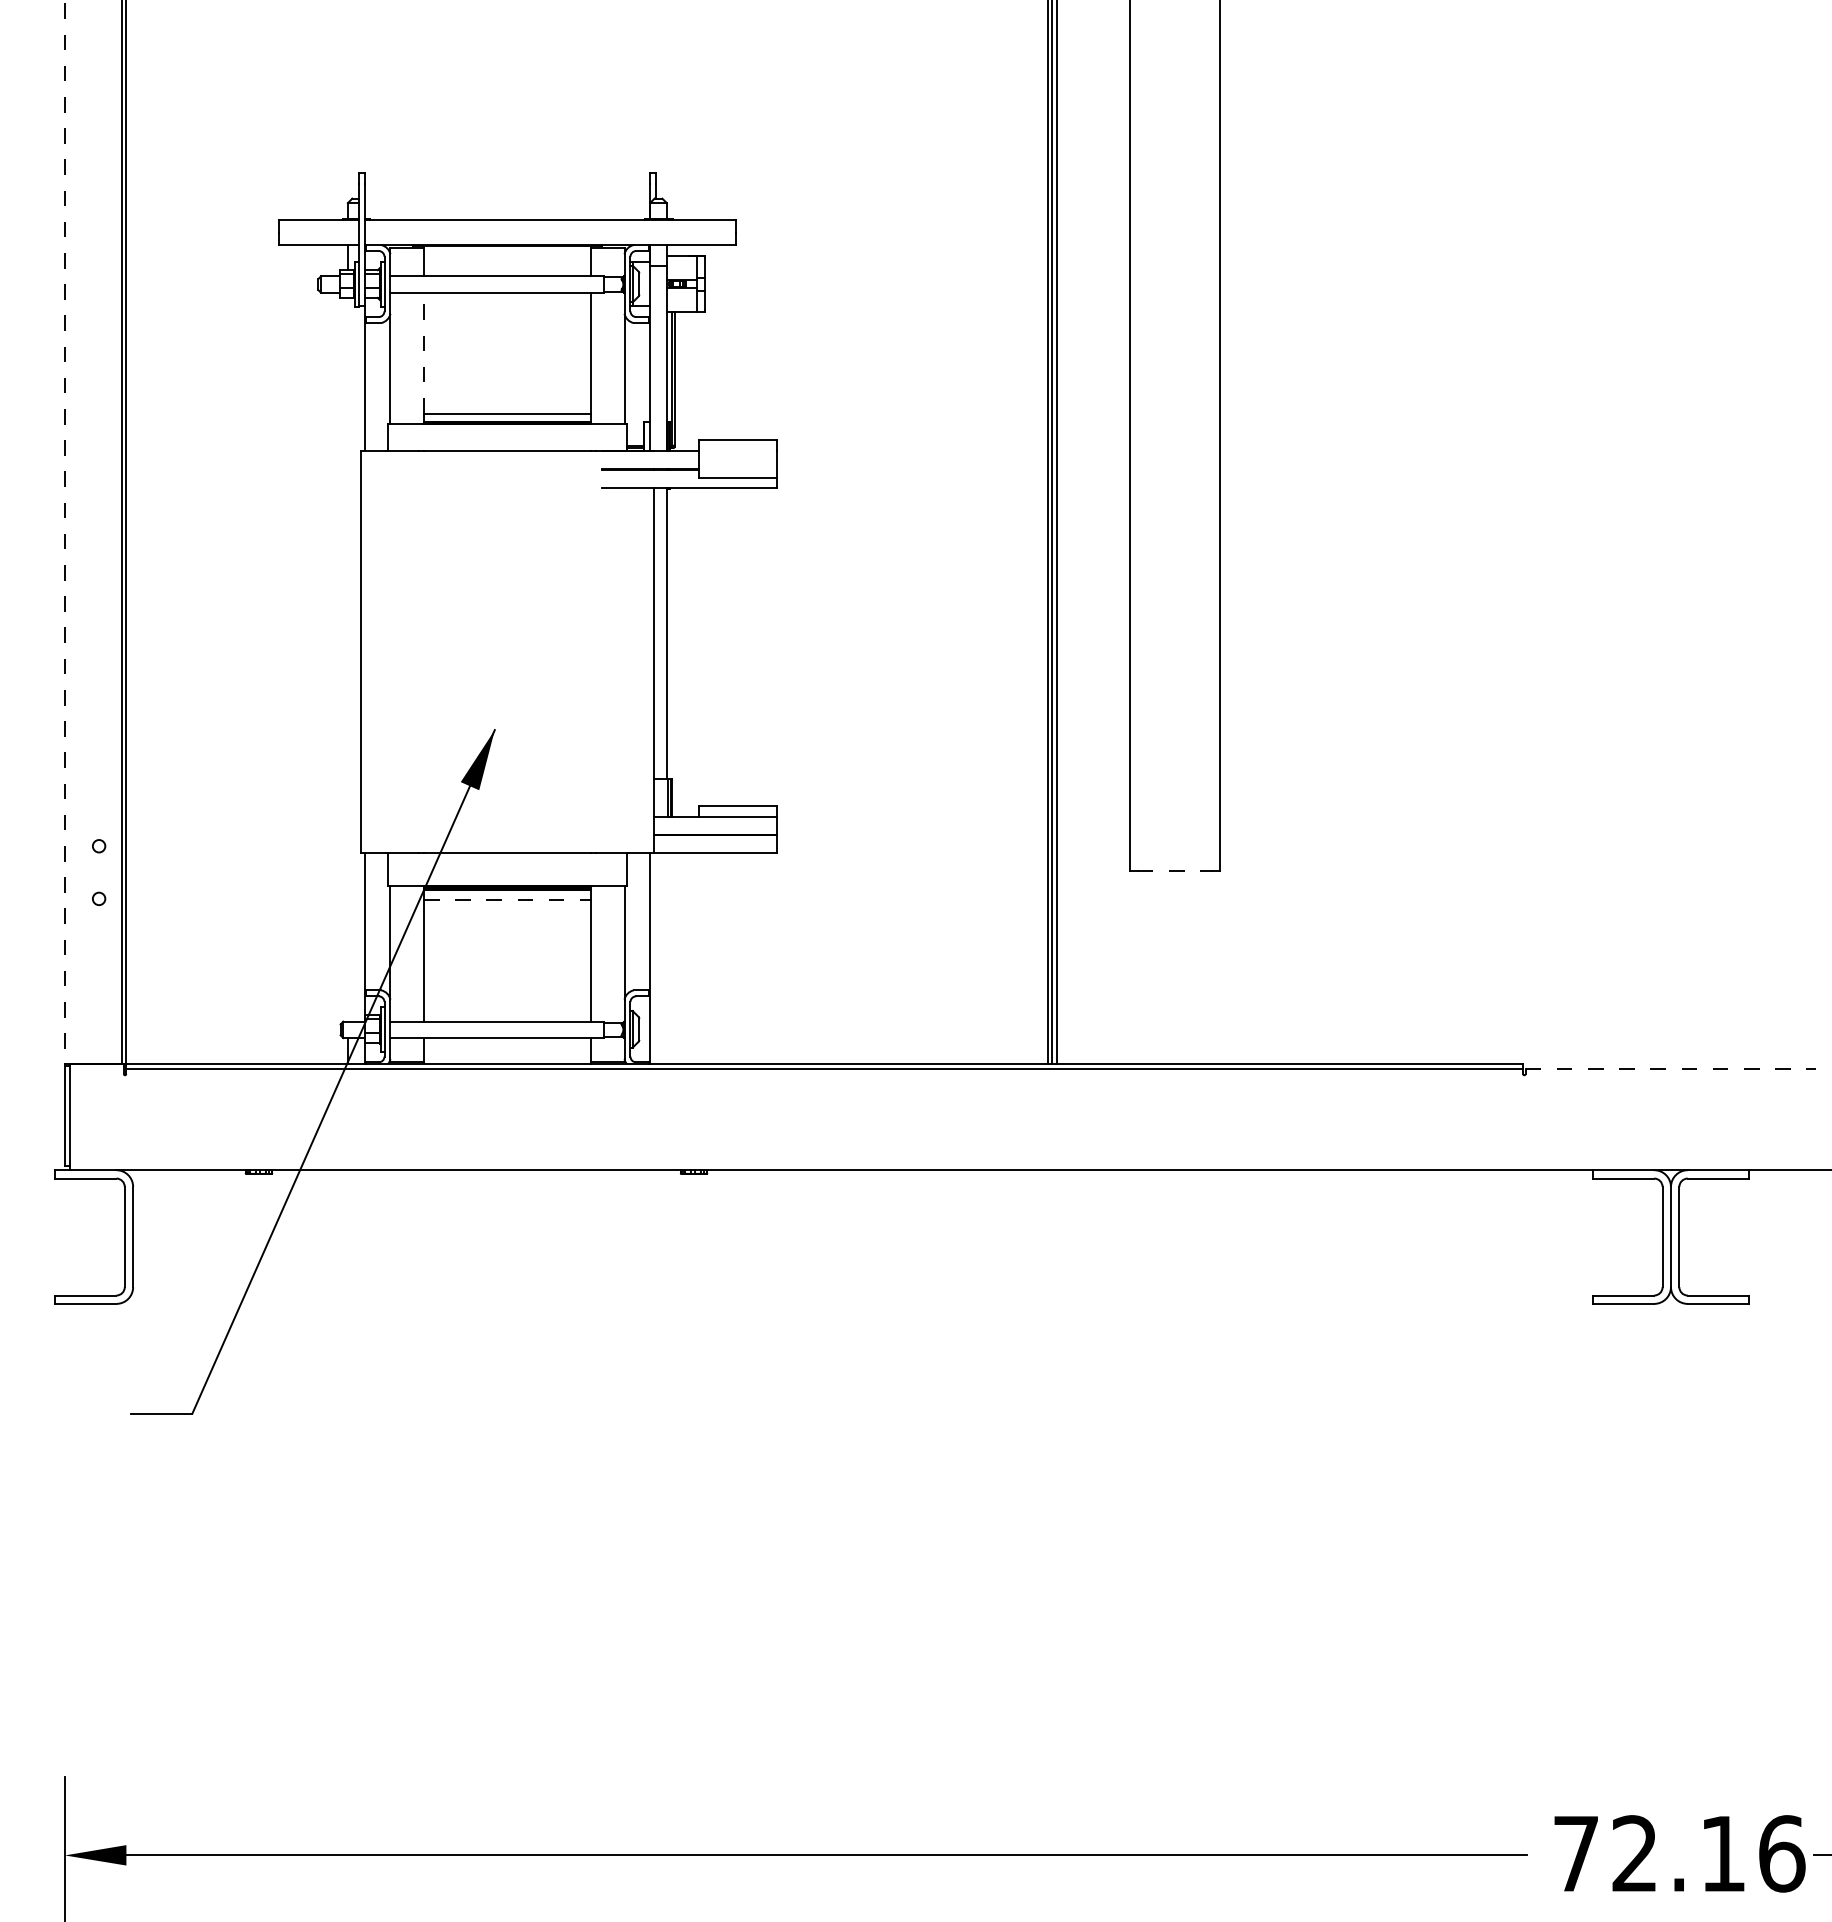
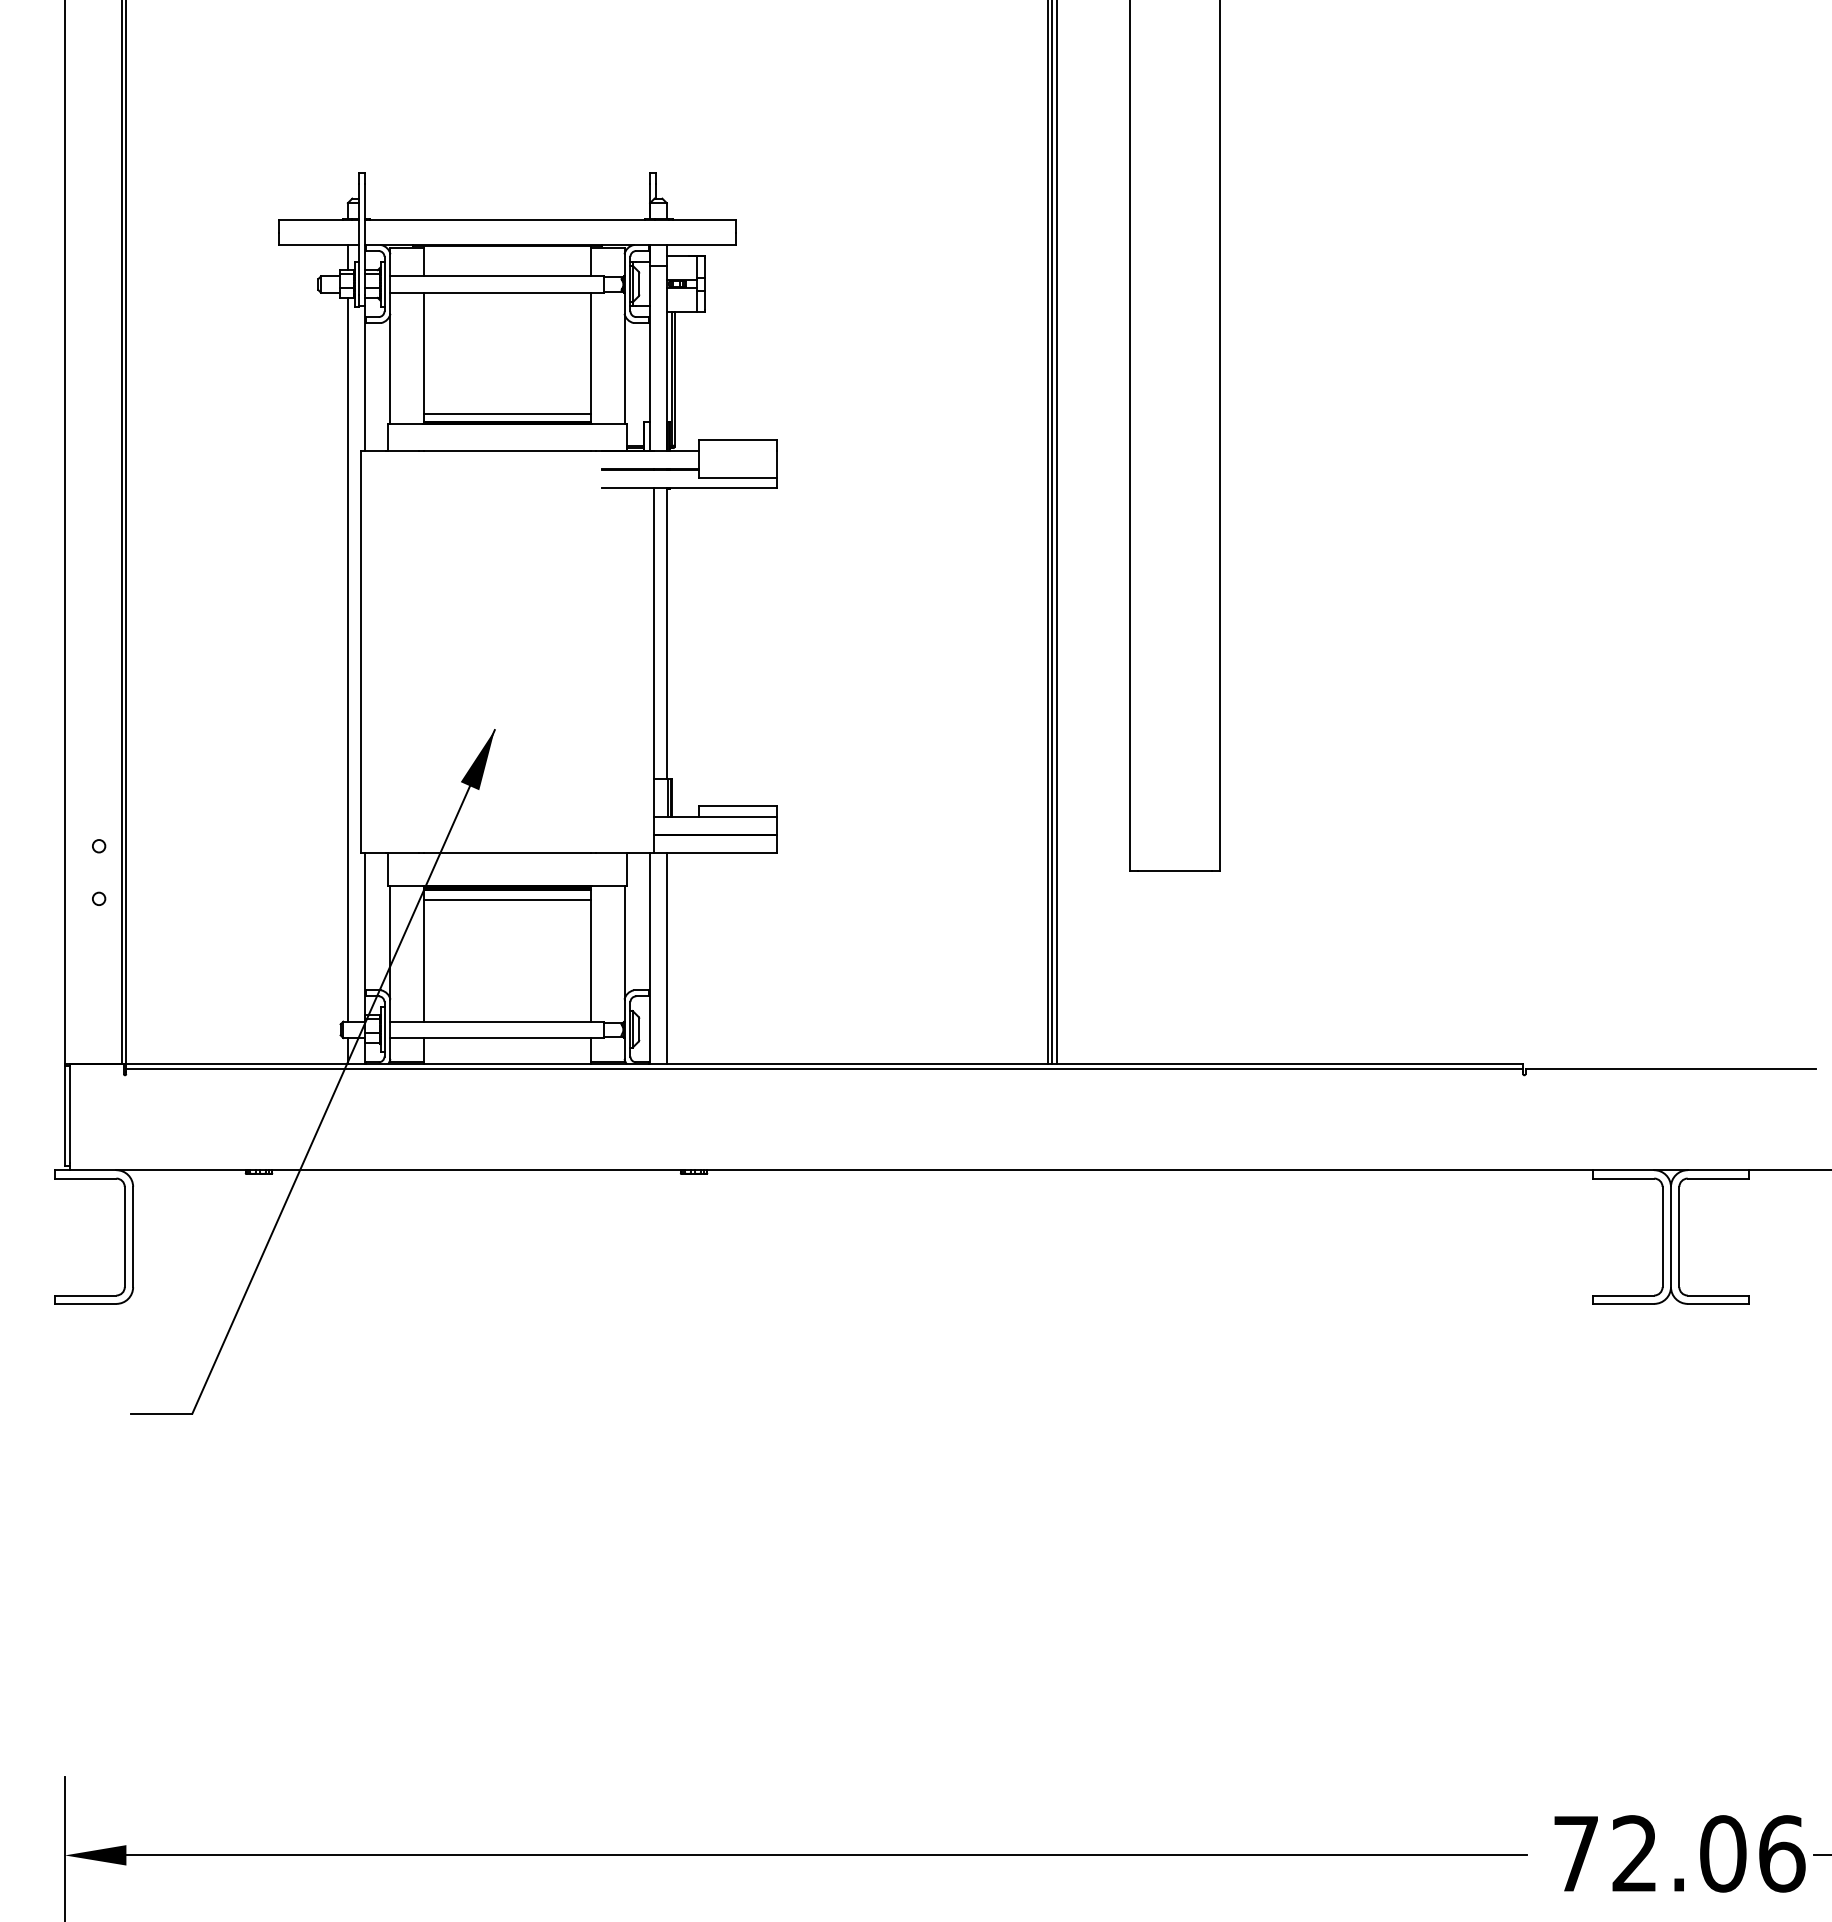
line at (423, 352): dashed -> solid
line at (64, 531): dashed -> solid
line at (347, 659): none -> present
line at (1175, 871): dashed -> solid
line at (507, 899): dashed -> solid
line at (667, 958): none -> present
line at (1671, 1069): dashed -> solid
text at (1723, 1853): 72.16 -> 72.06
